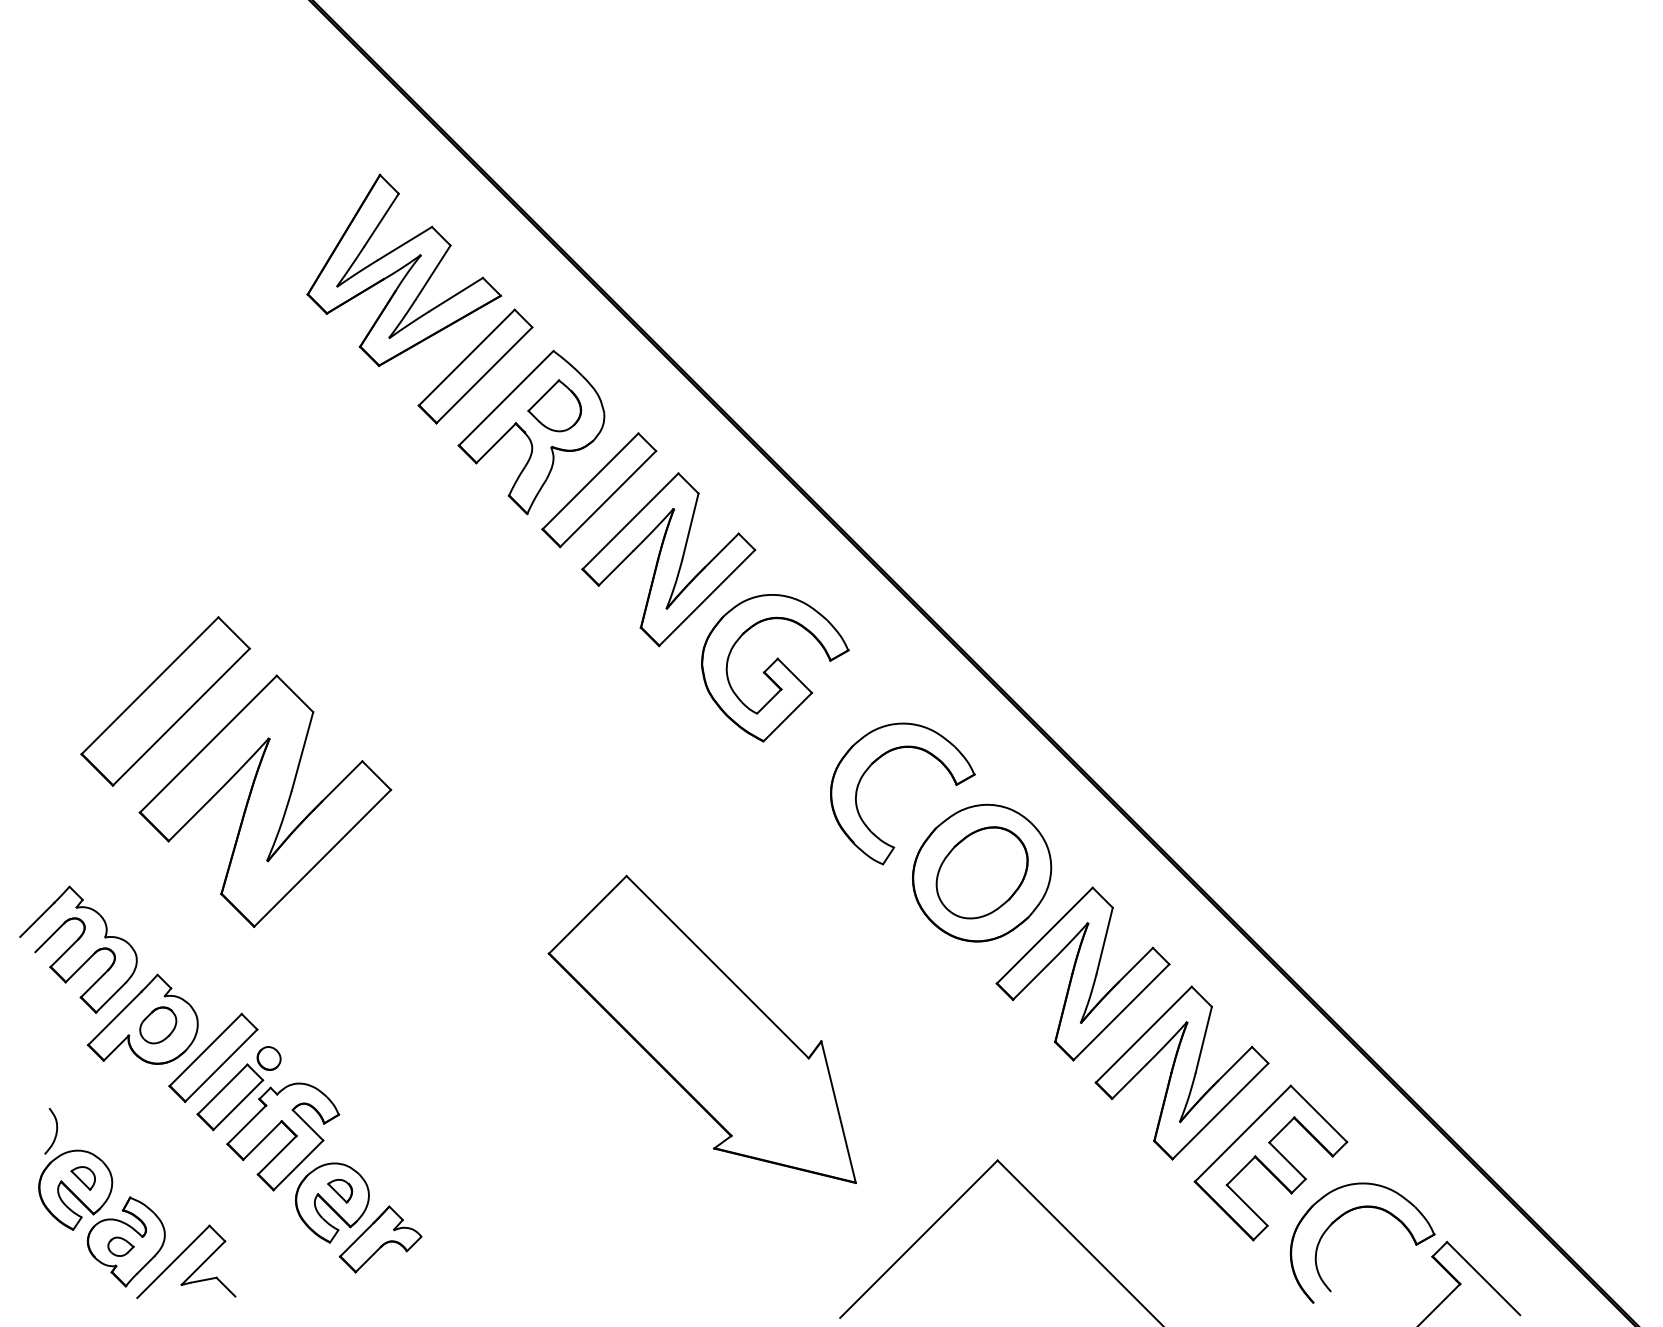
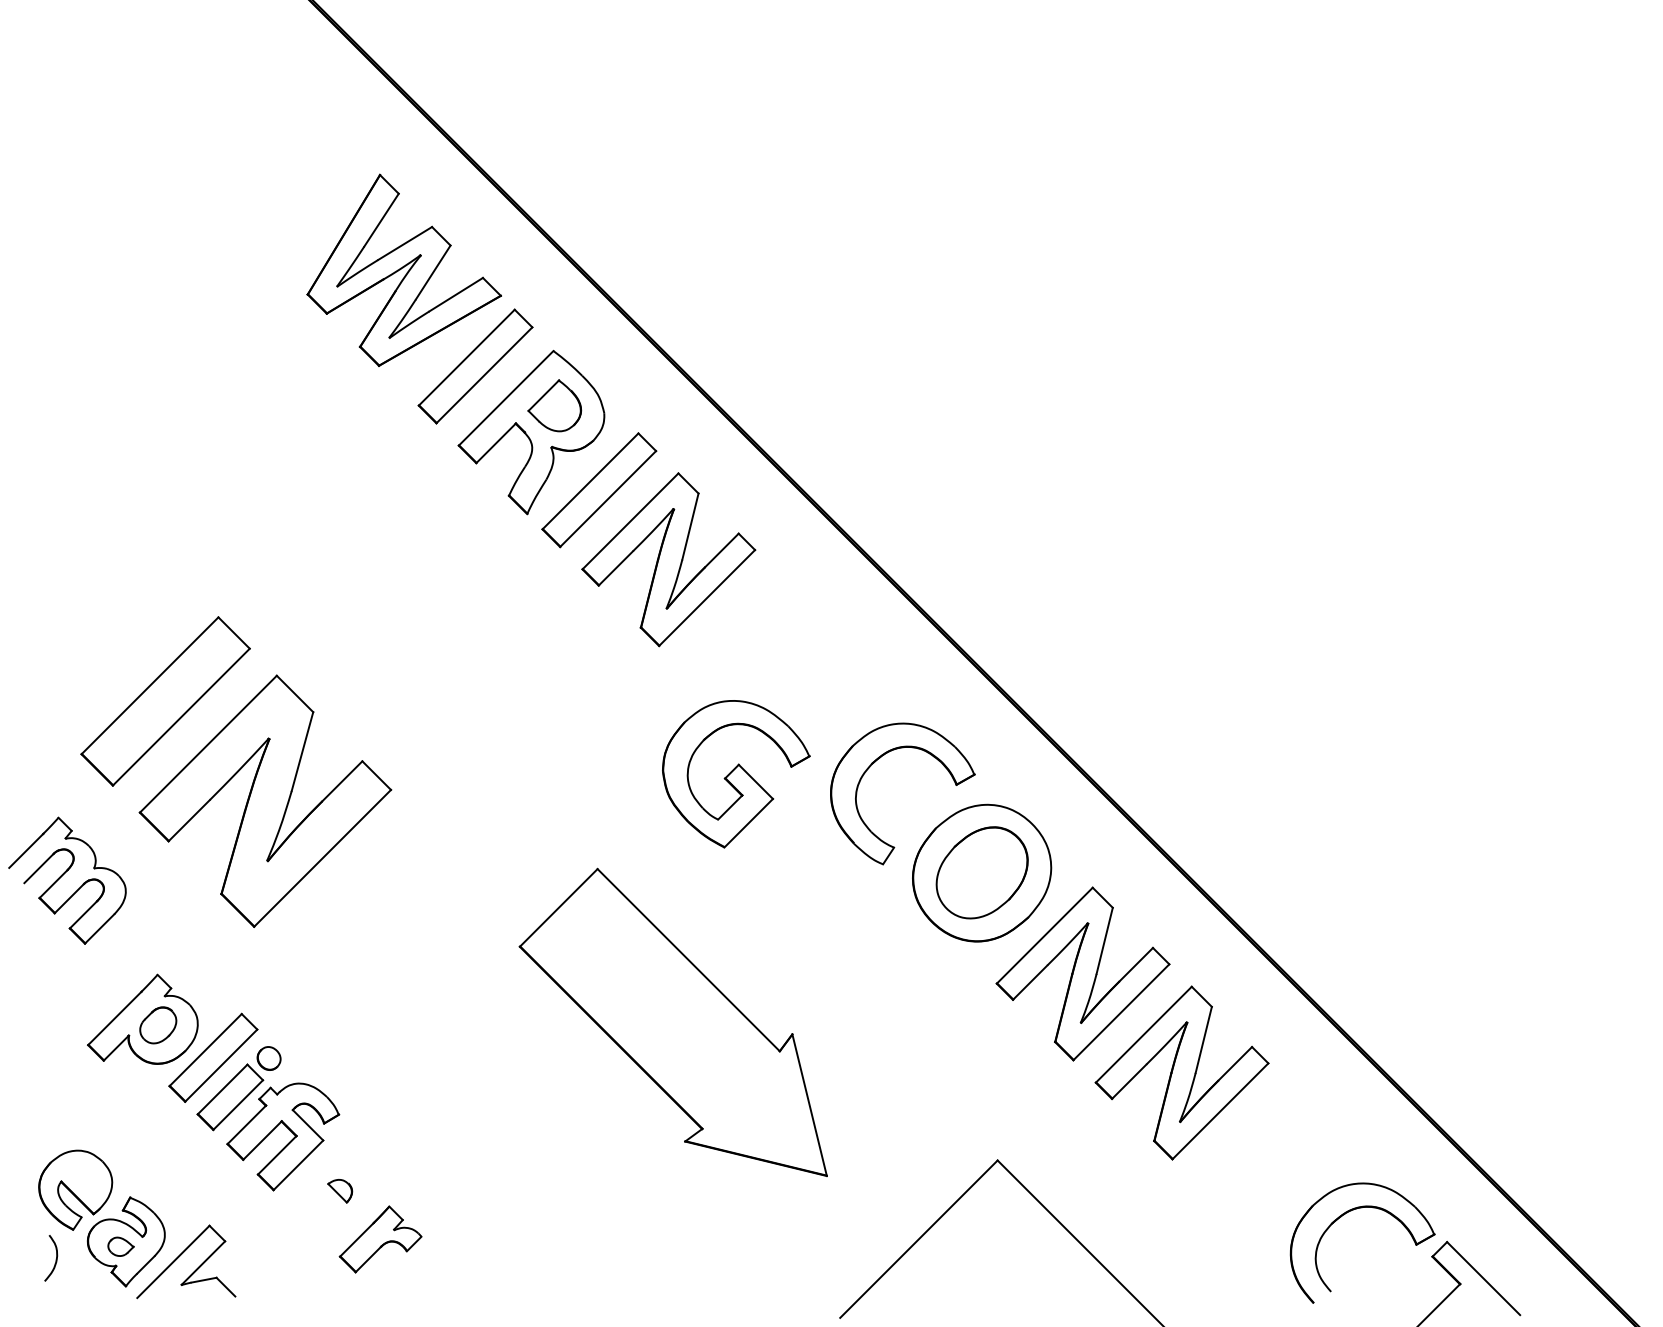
part at (775, 668) position: (775, 668) -> (736, 774)
part at (74, 944) position: (74, 944) -> (63, 875)
part at (701, 1028) position: (701, 1028) -> (672, 1021)
curve at (55, 1132) position: (55, 1132) -> (55, 1259)
part at (1270, 1162): present -> none
part at (82, 1178): present -> none
part at (332, 1202): present -> none
